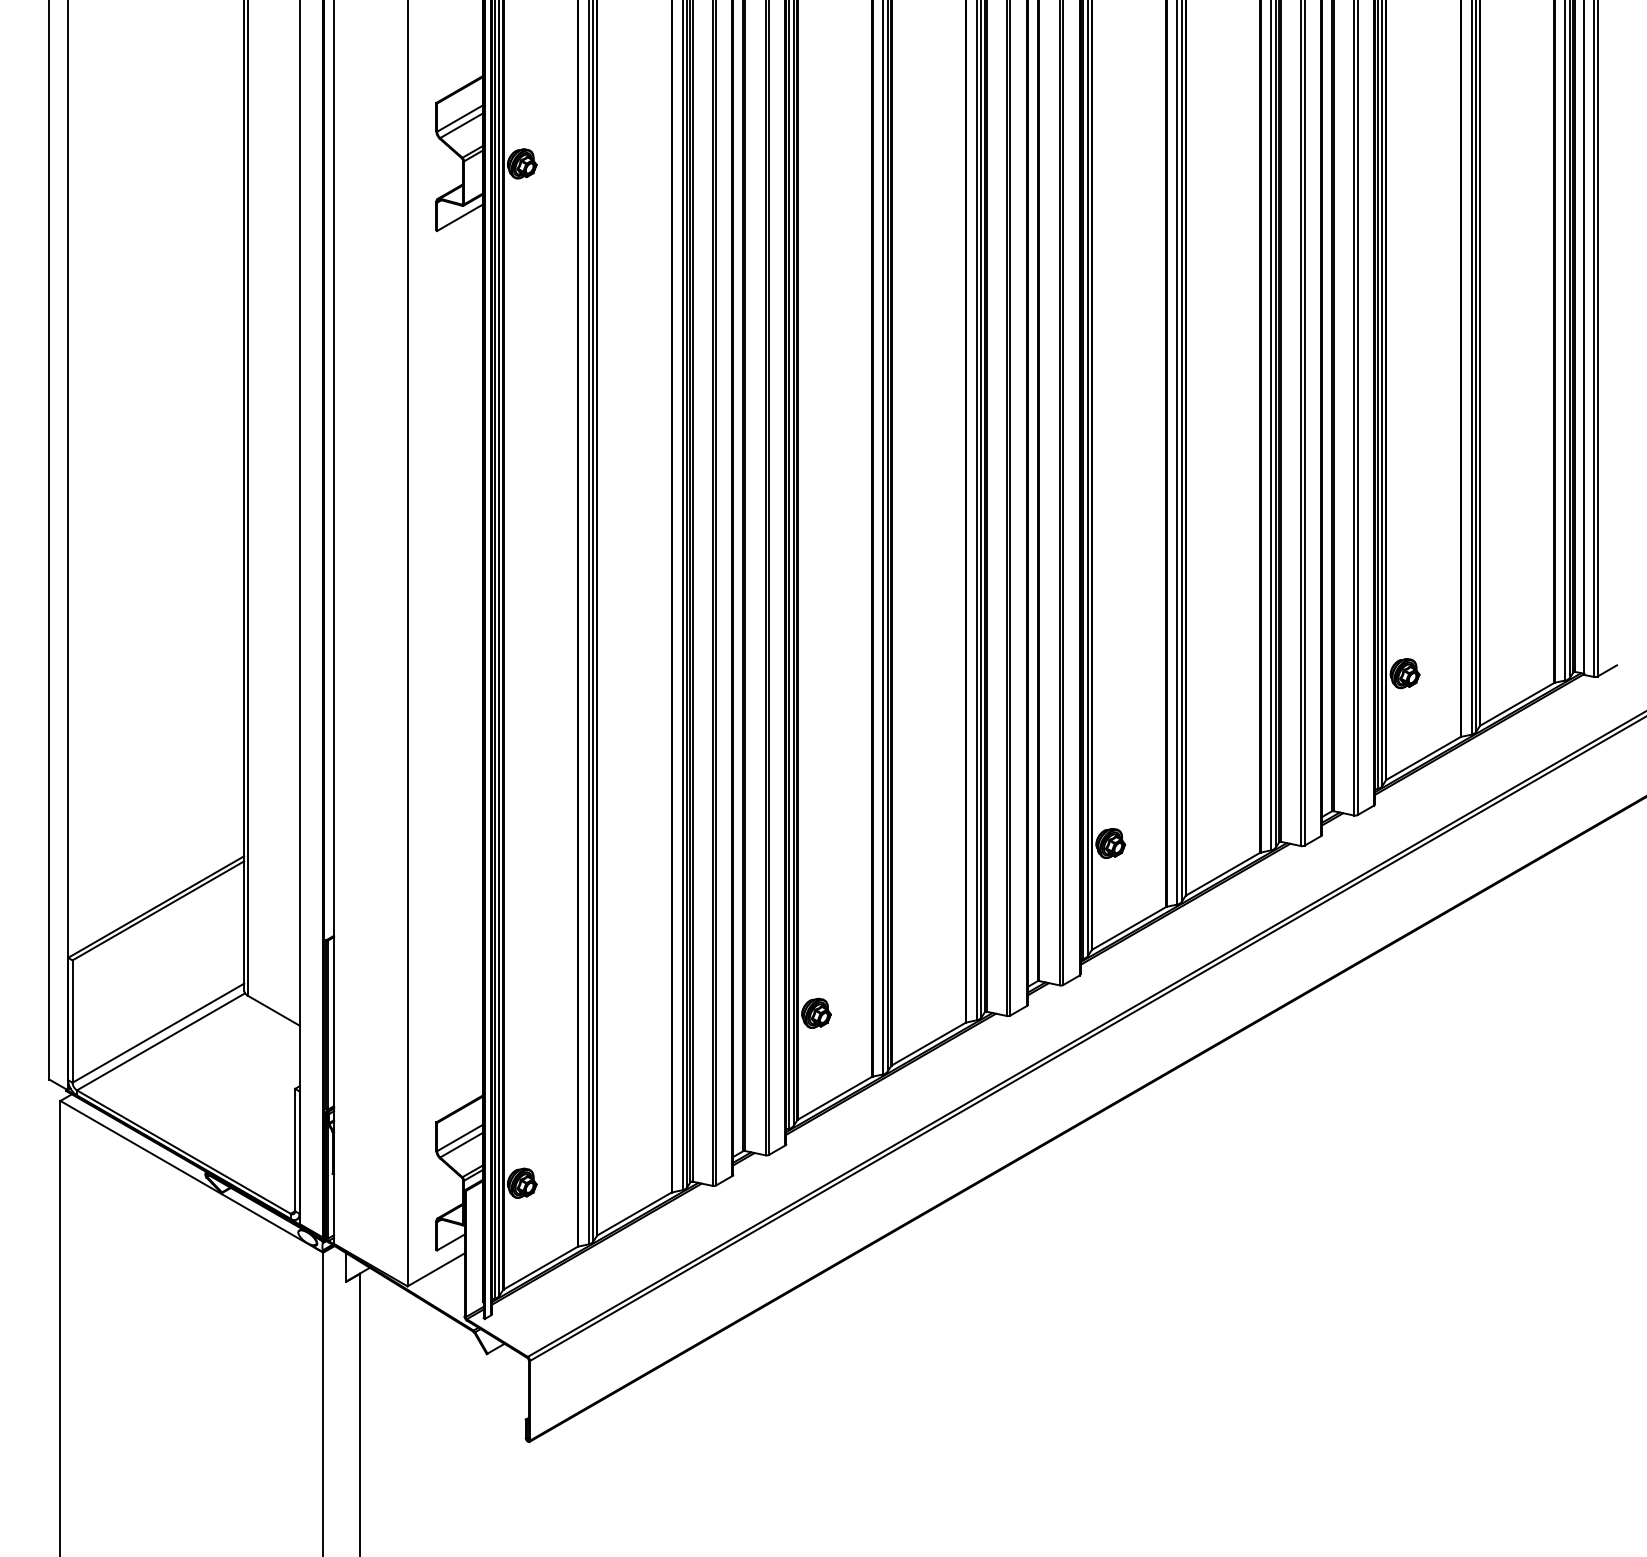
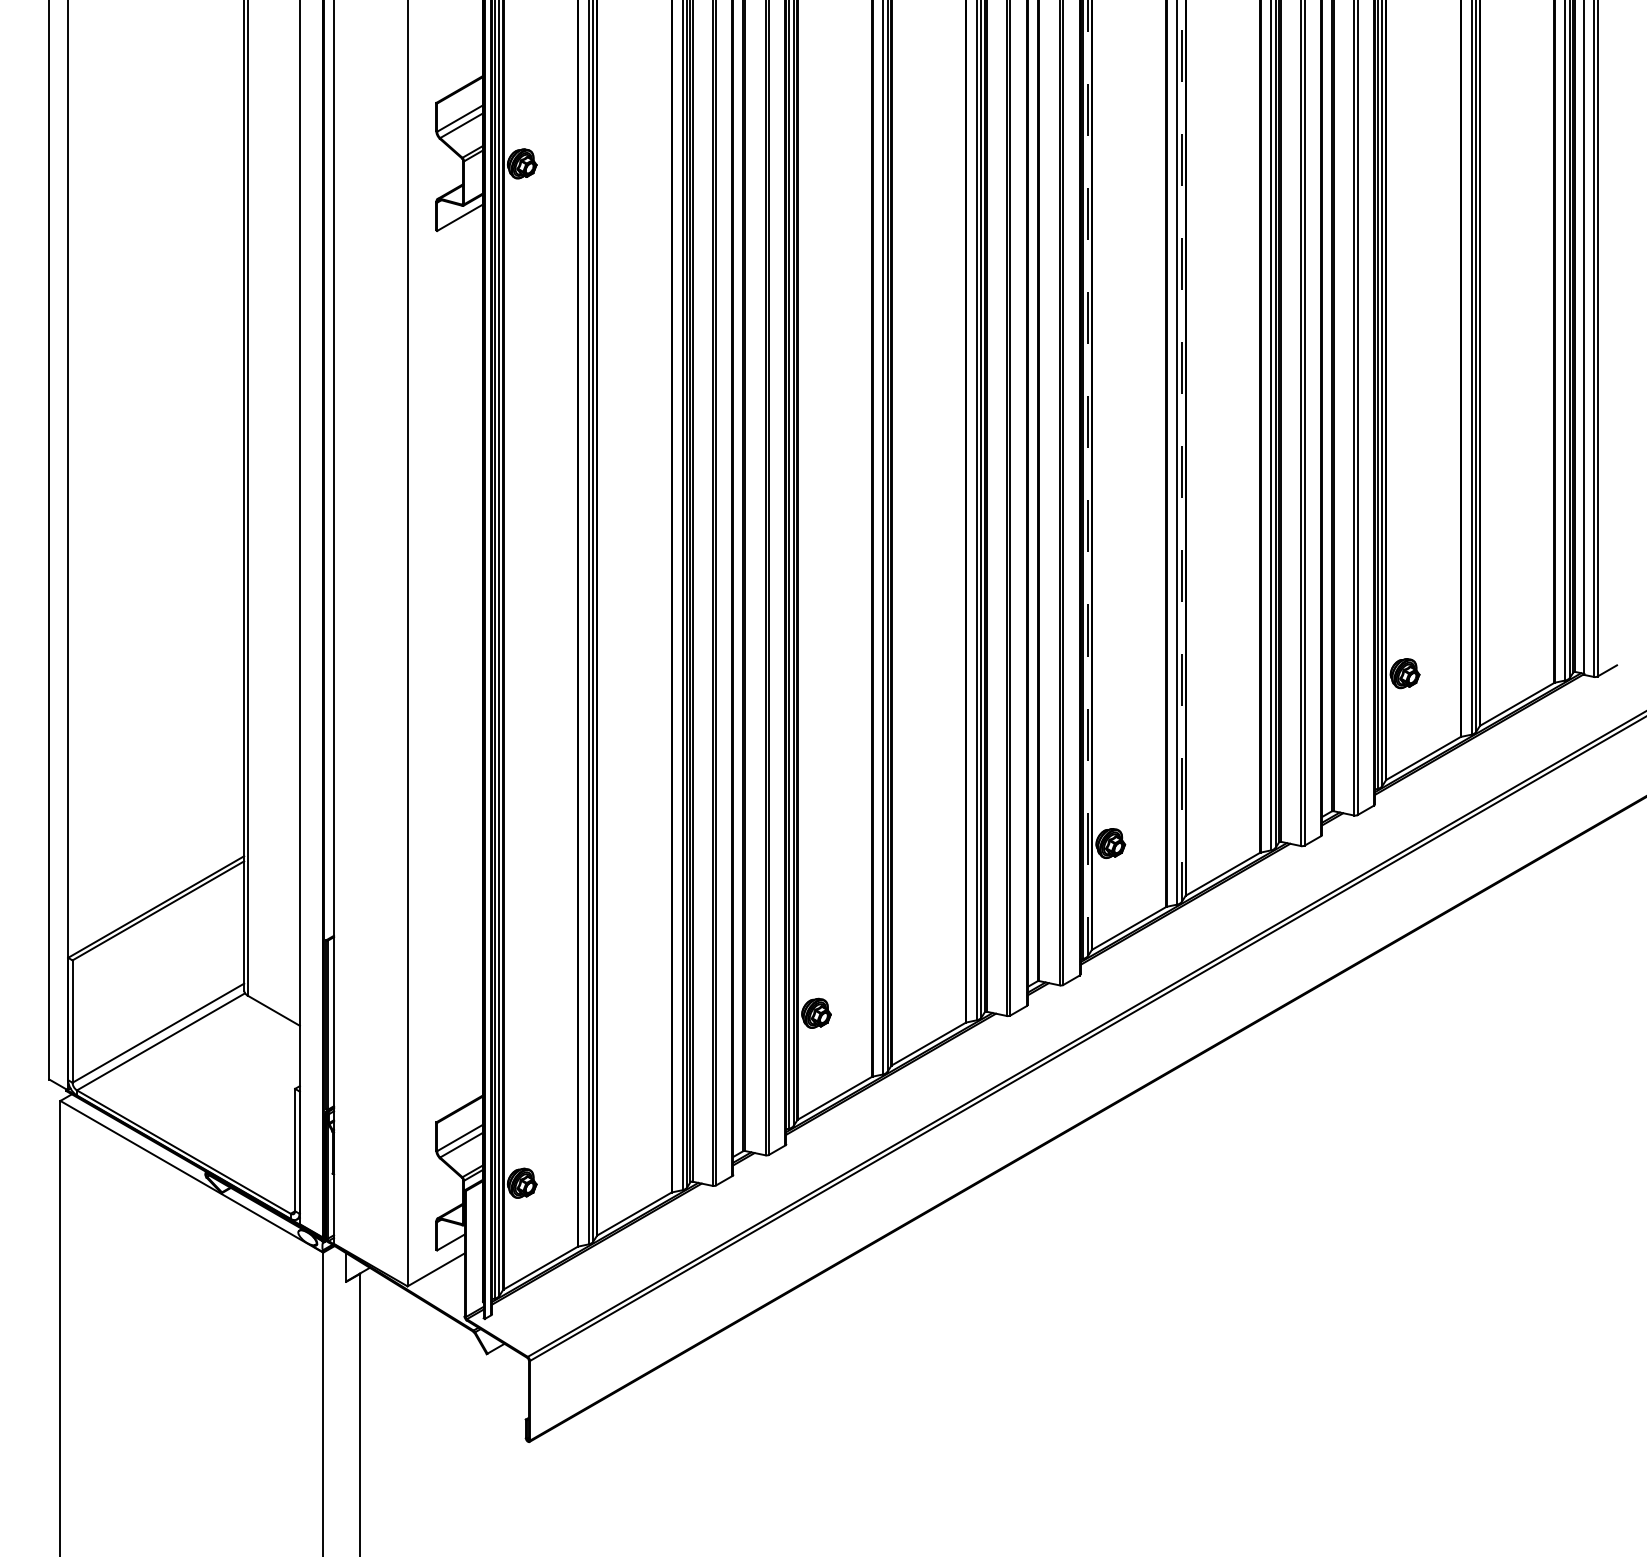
line at (1181, 451): solid -> dashed
line at (1087, 478): solid -> dashed
